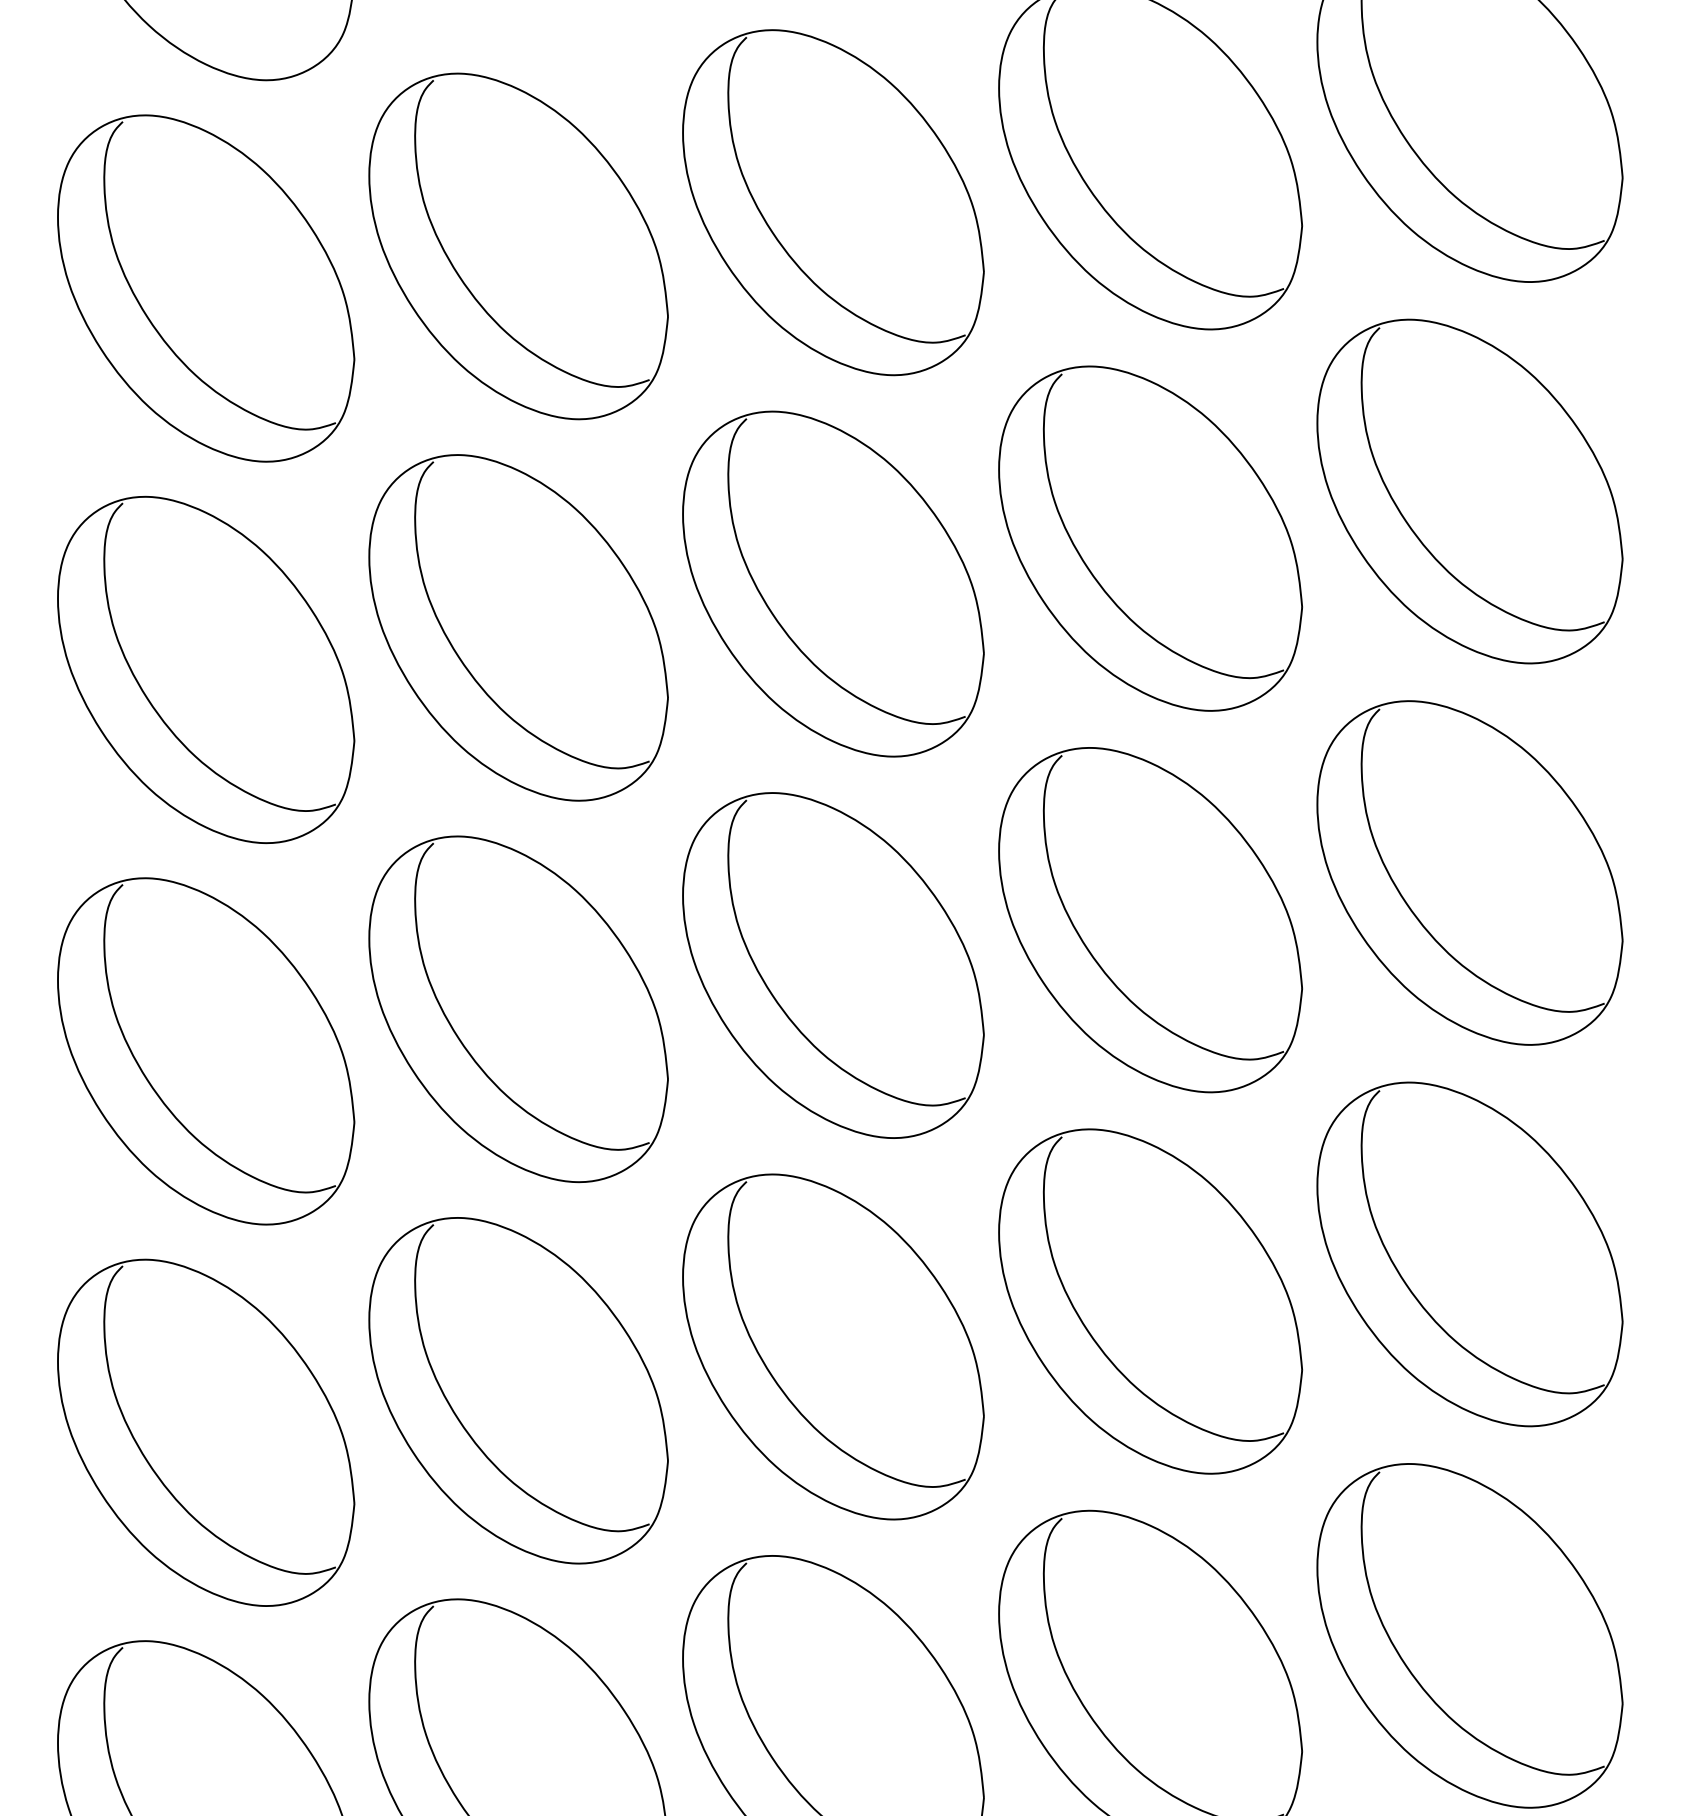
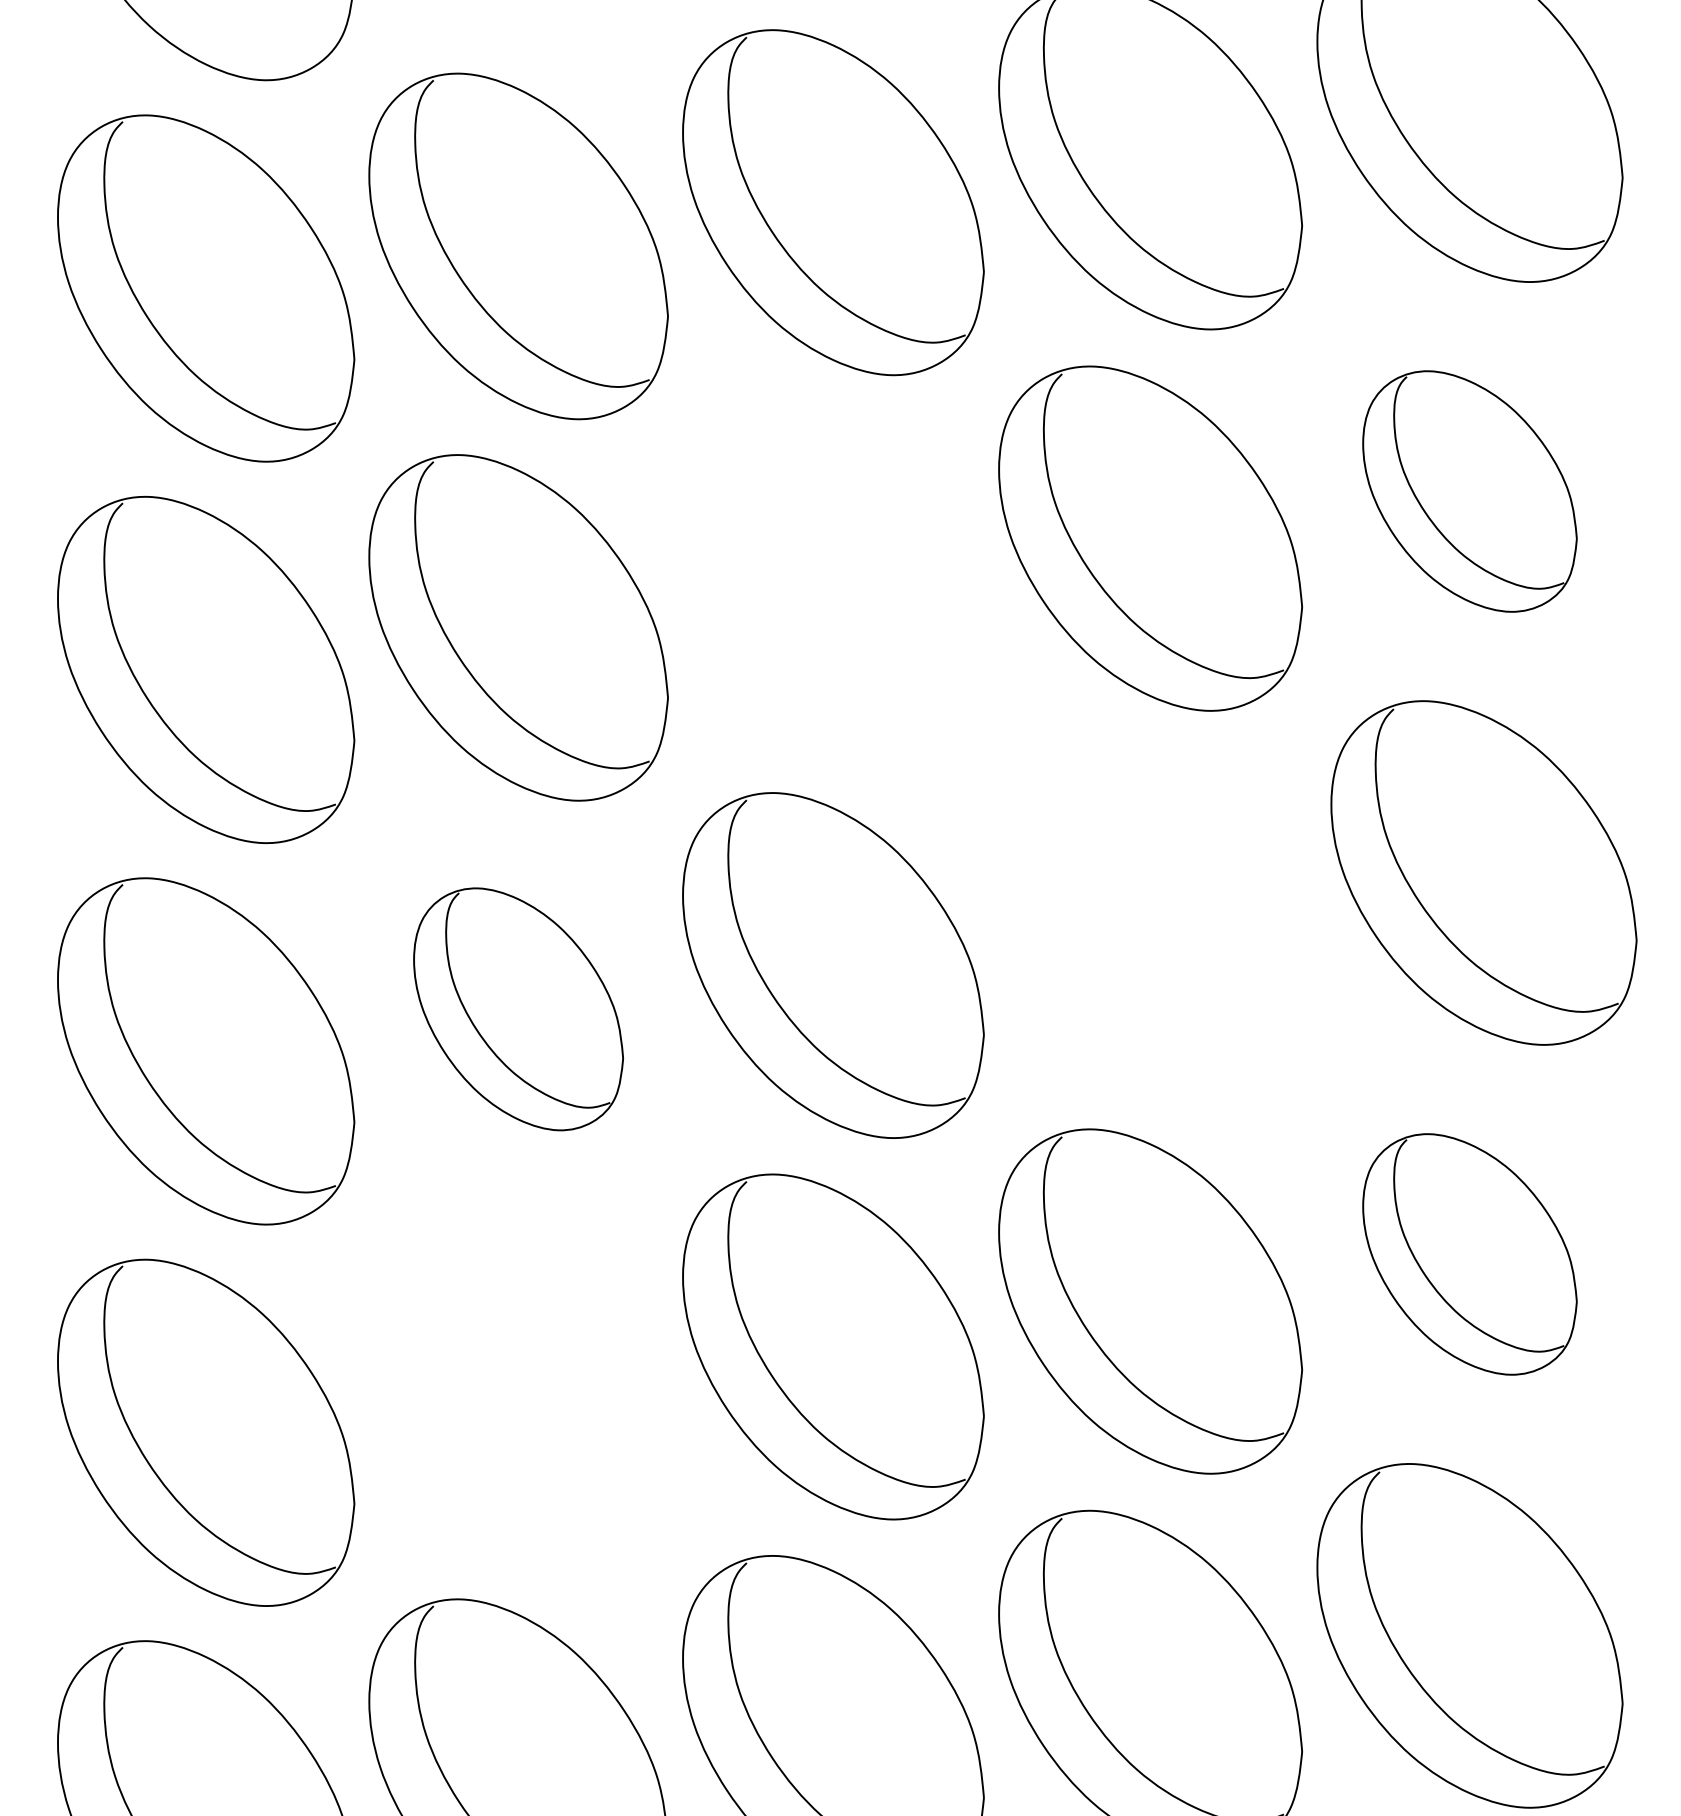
part at (1469, 491) size: 308x347 px -> 216x243 px
part at (833, 583): present -> none
part at (1469, 872) position: (1469, 872) -> (1483, 872)
part at (1150, 920): present -> none
part at (518, 1009) size: 301x349 px -> 211x245 px
part at (1469, 1254) size: 308x347 px -> 216x243 px
part at (518, 1390): present -> none
